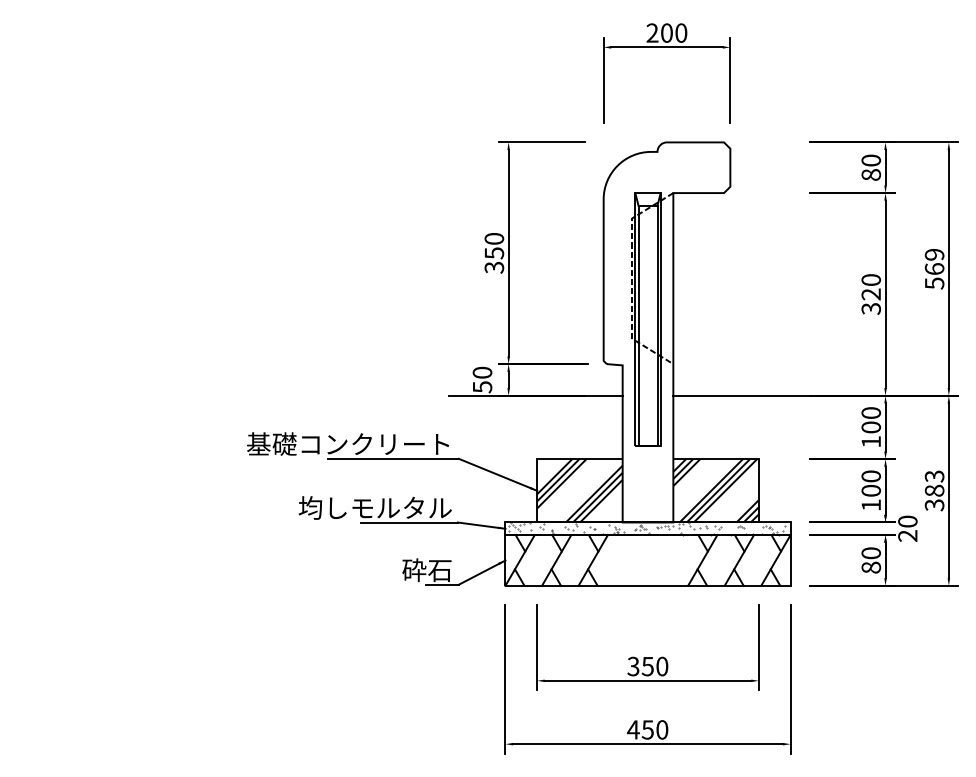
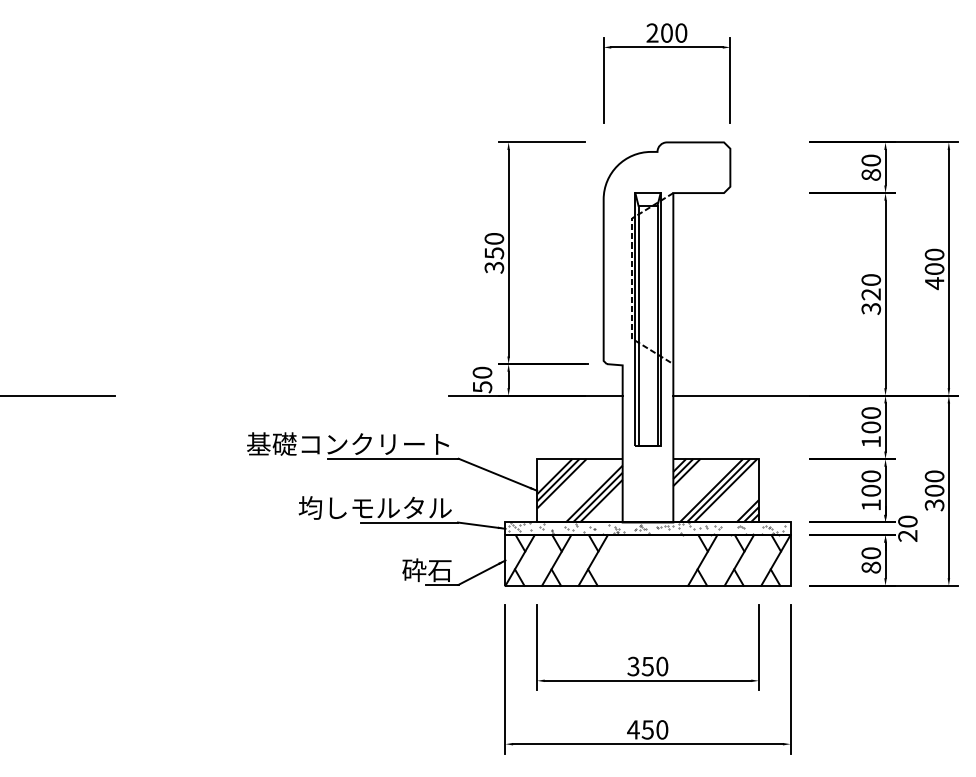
text at (934, 269): 569 -> 400
line at (58, 395): none -> present
text at (934, 483): 383 -> 300
